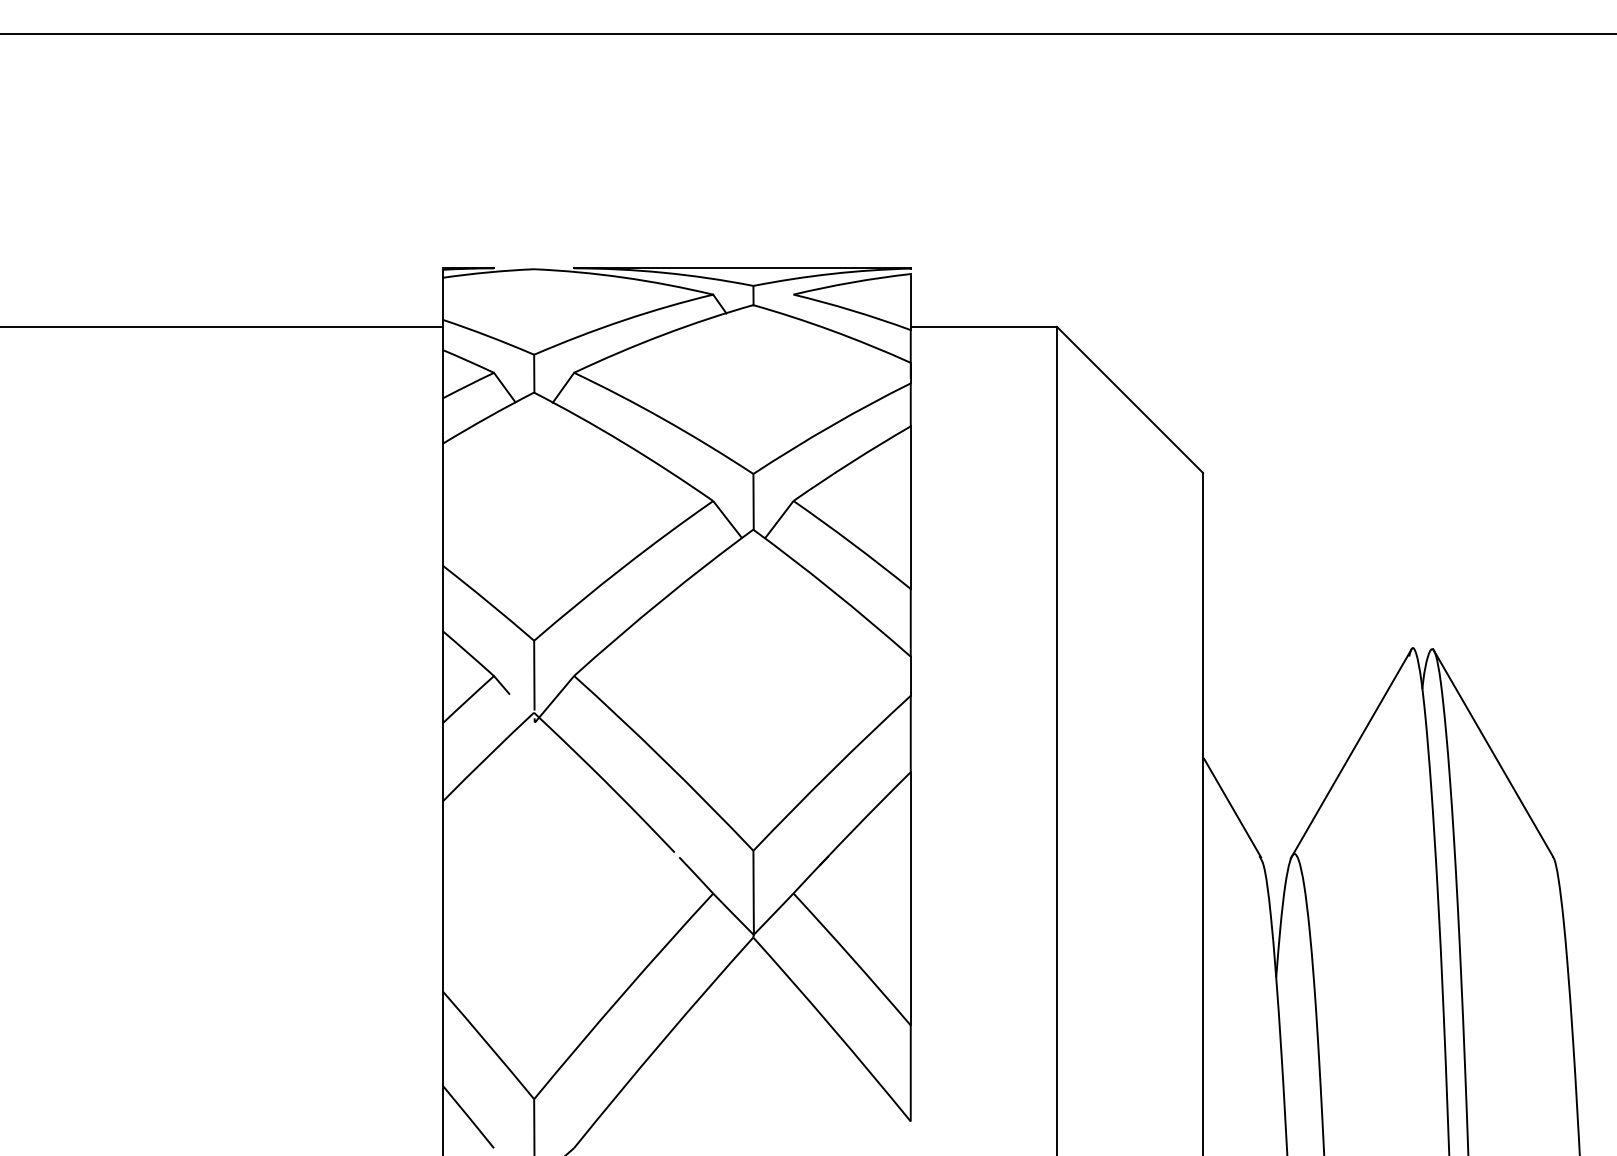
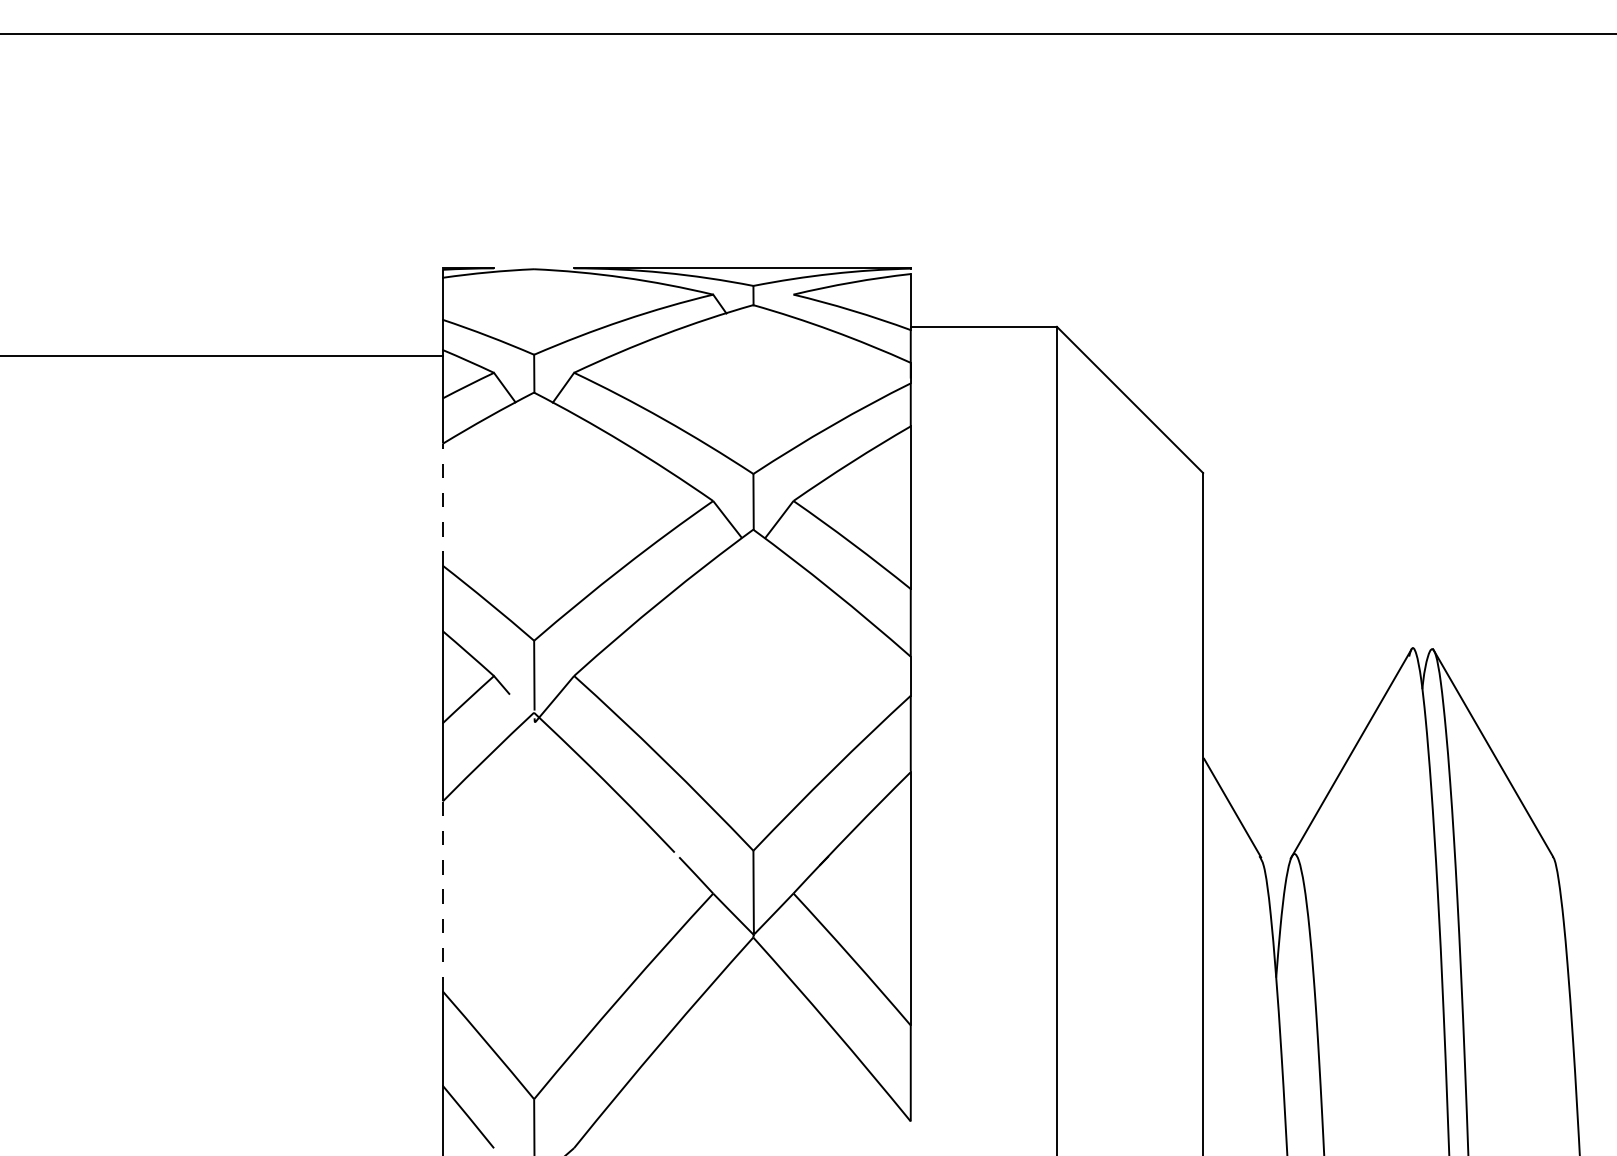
line at (222, 326) position: (222, 326) -> (222, 355)
line at (442, 504): solid -> dashed
line at (442, 895): solid -> dashed
